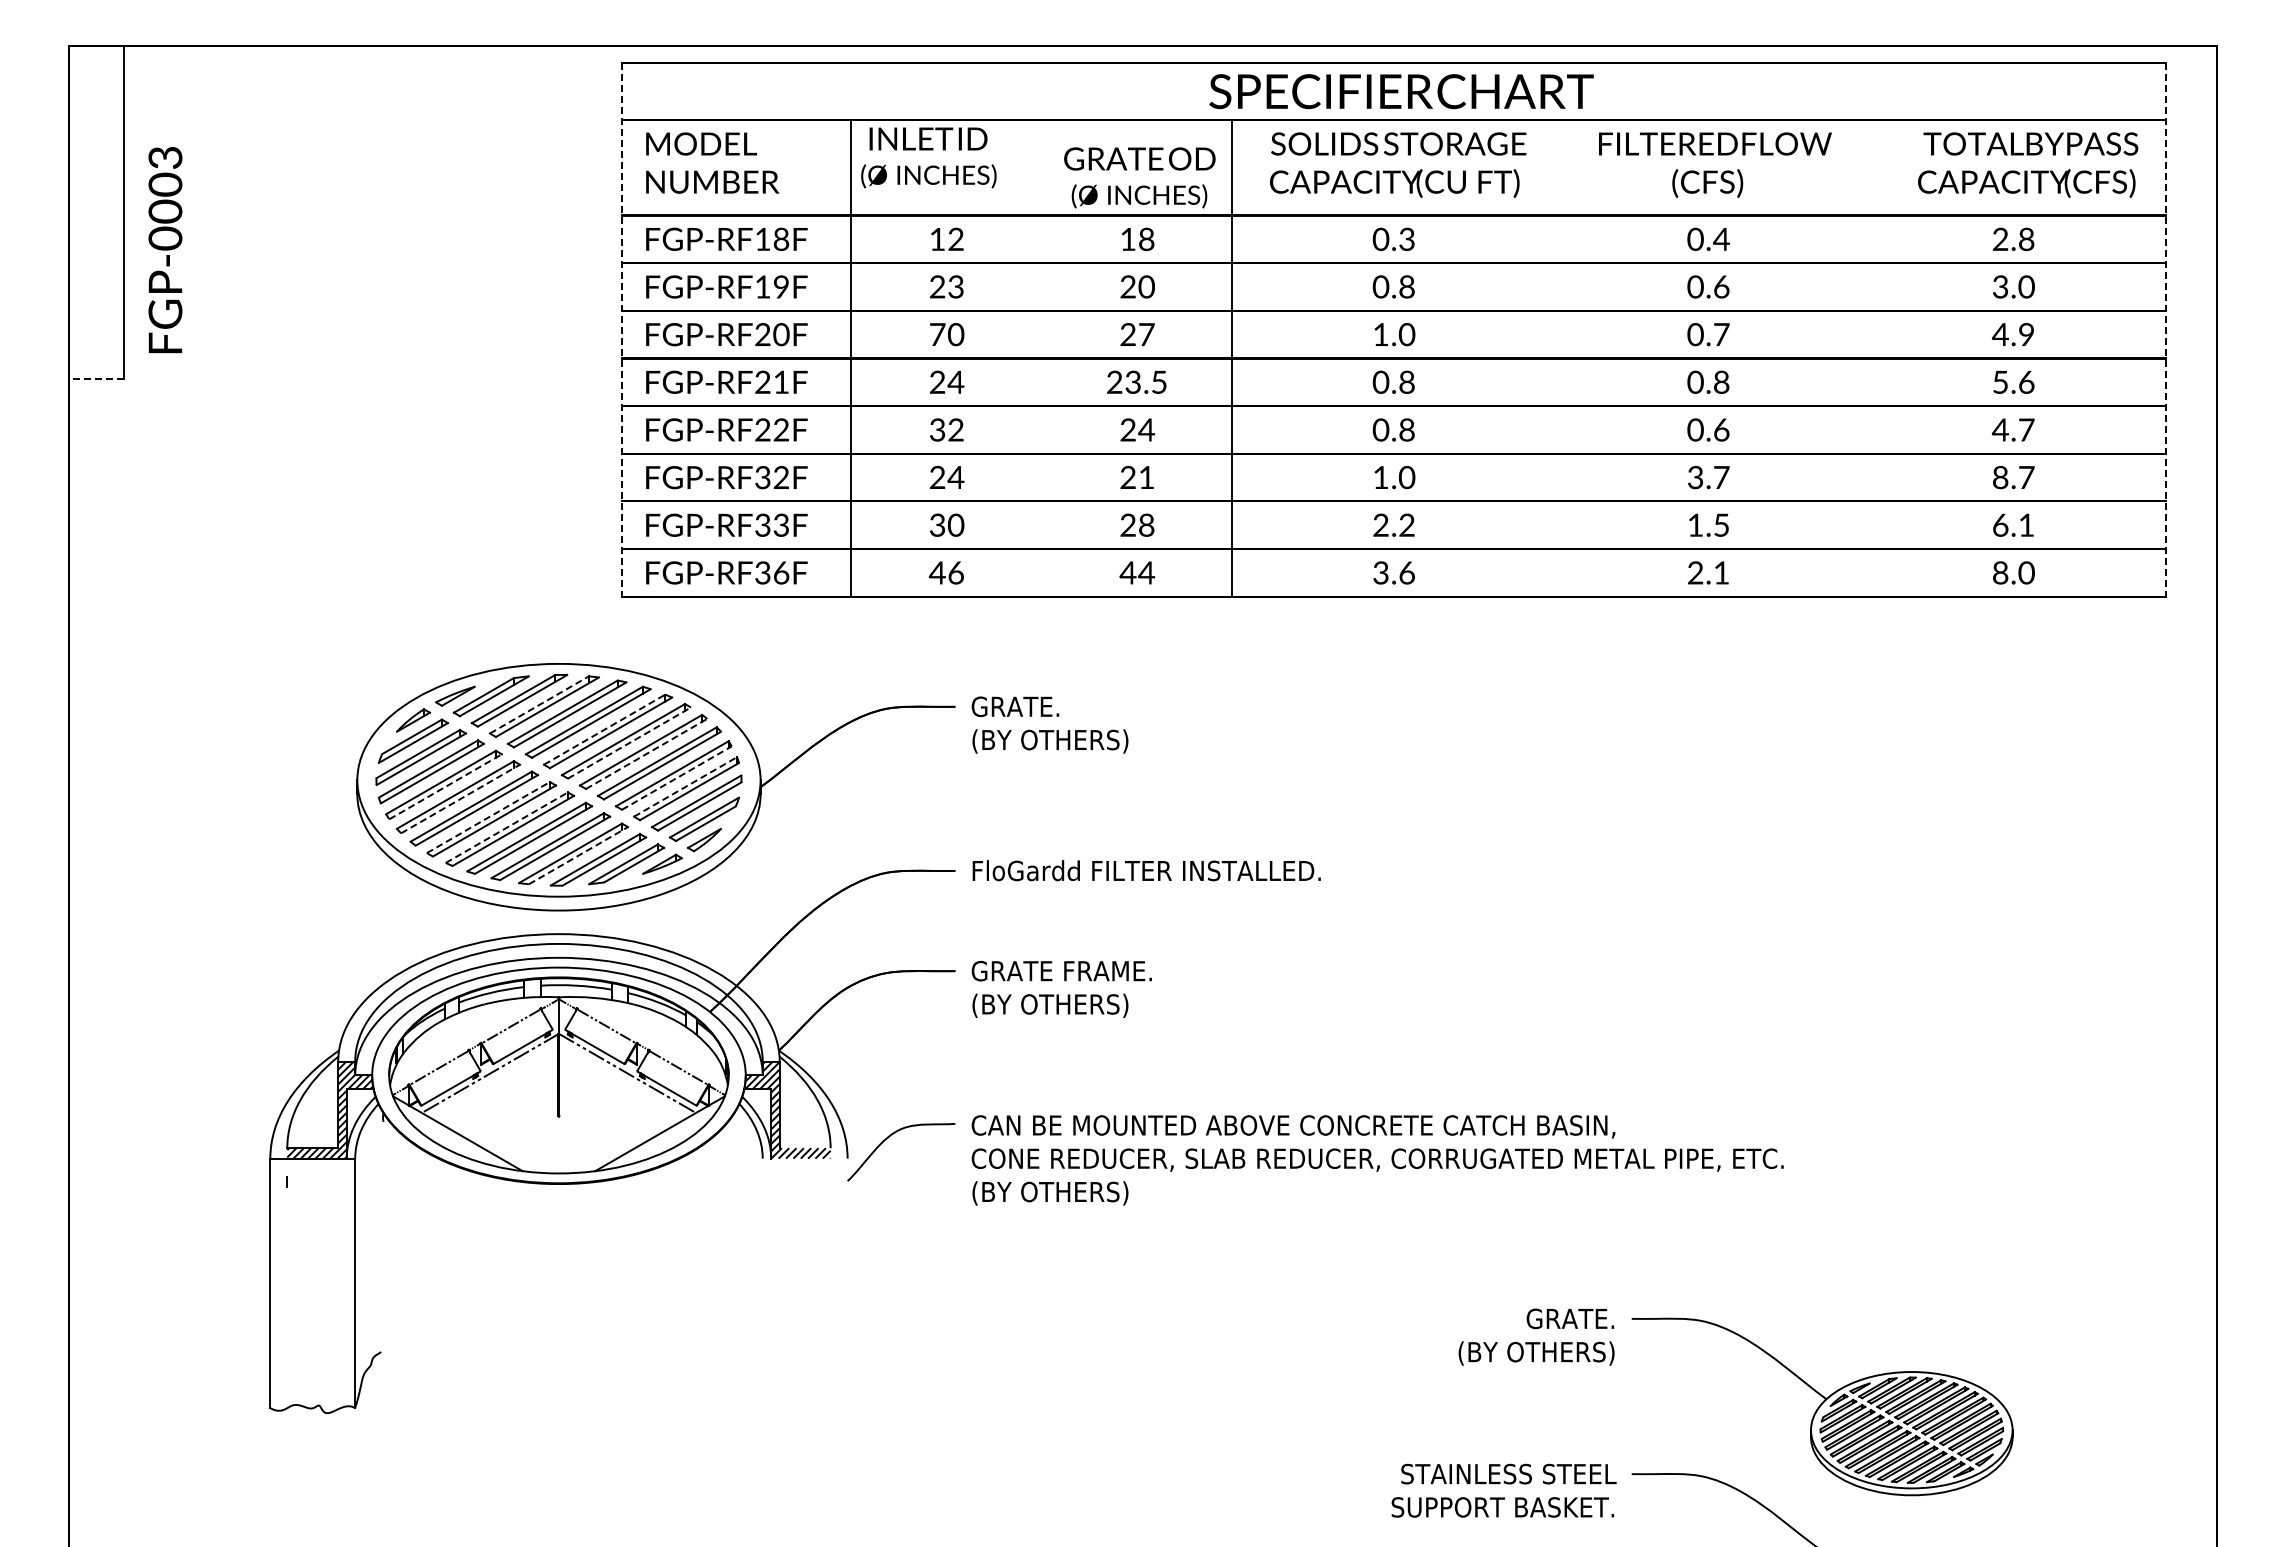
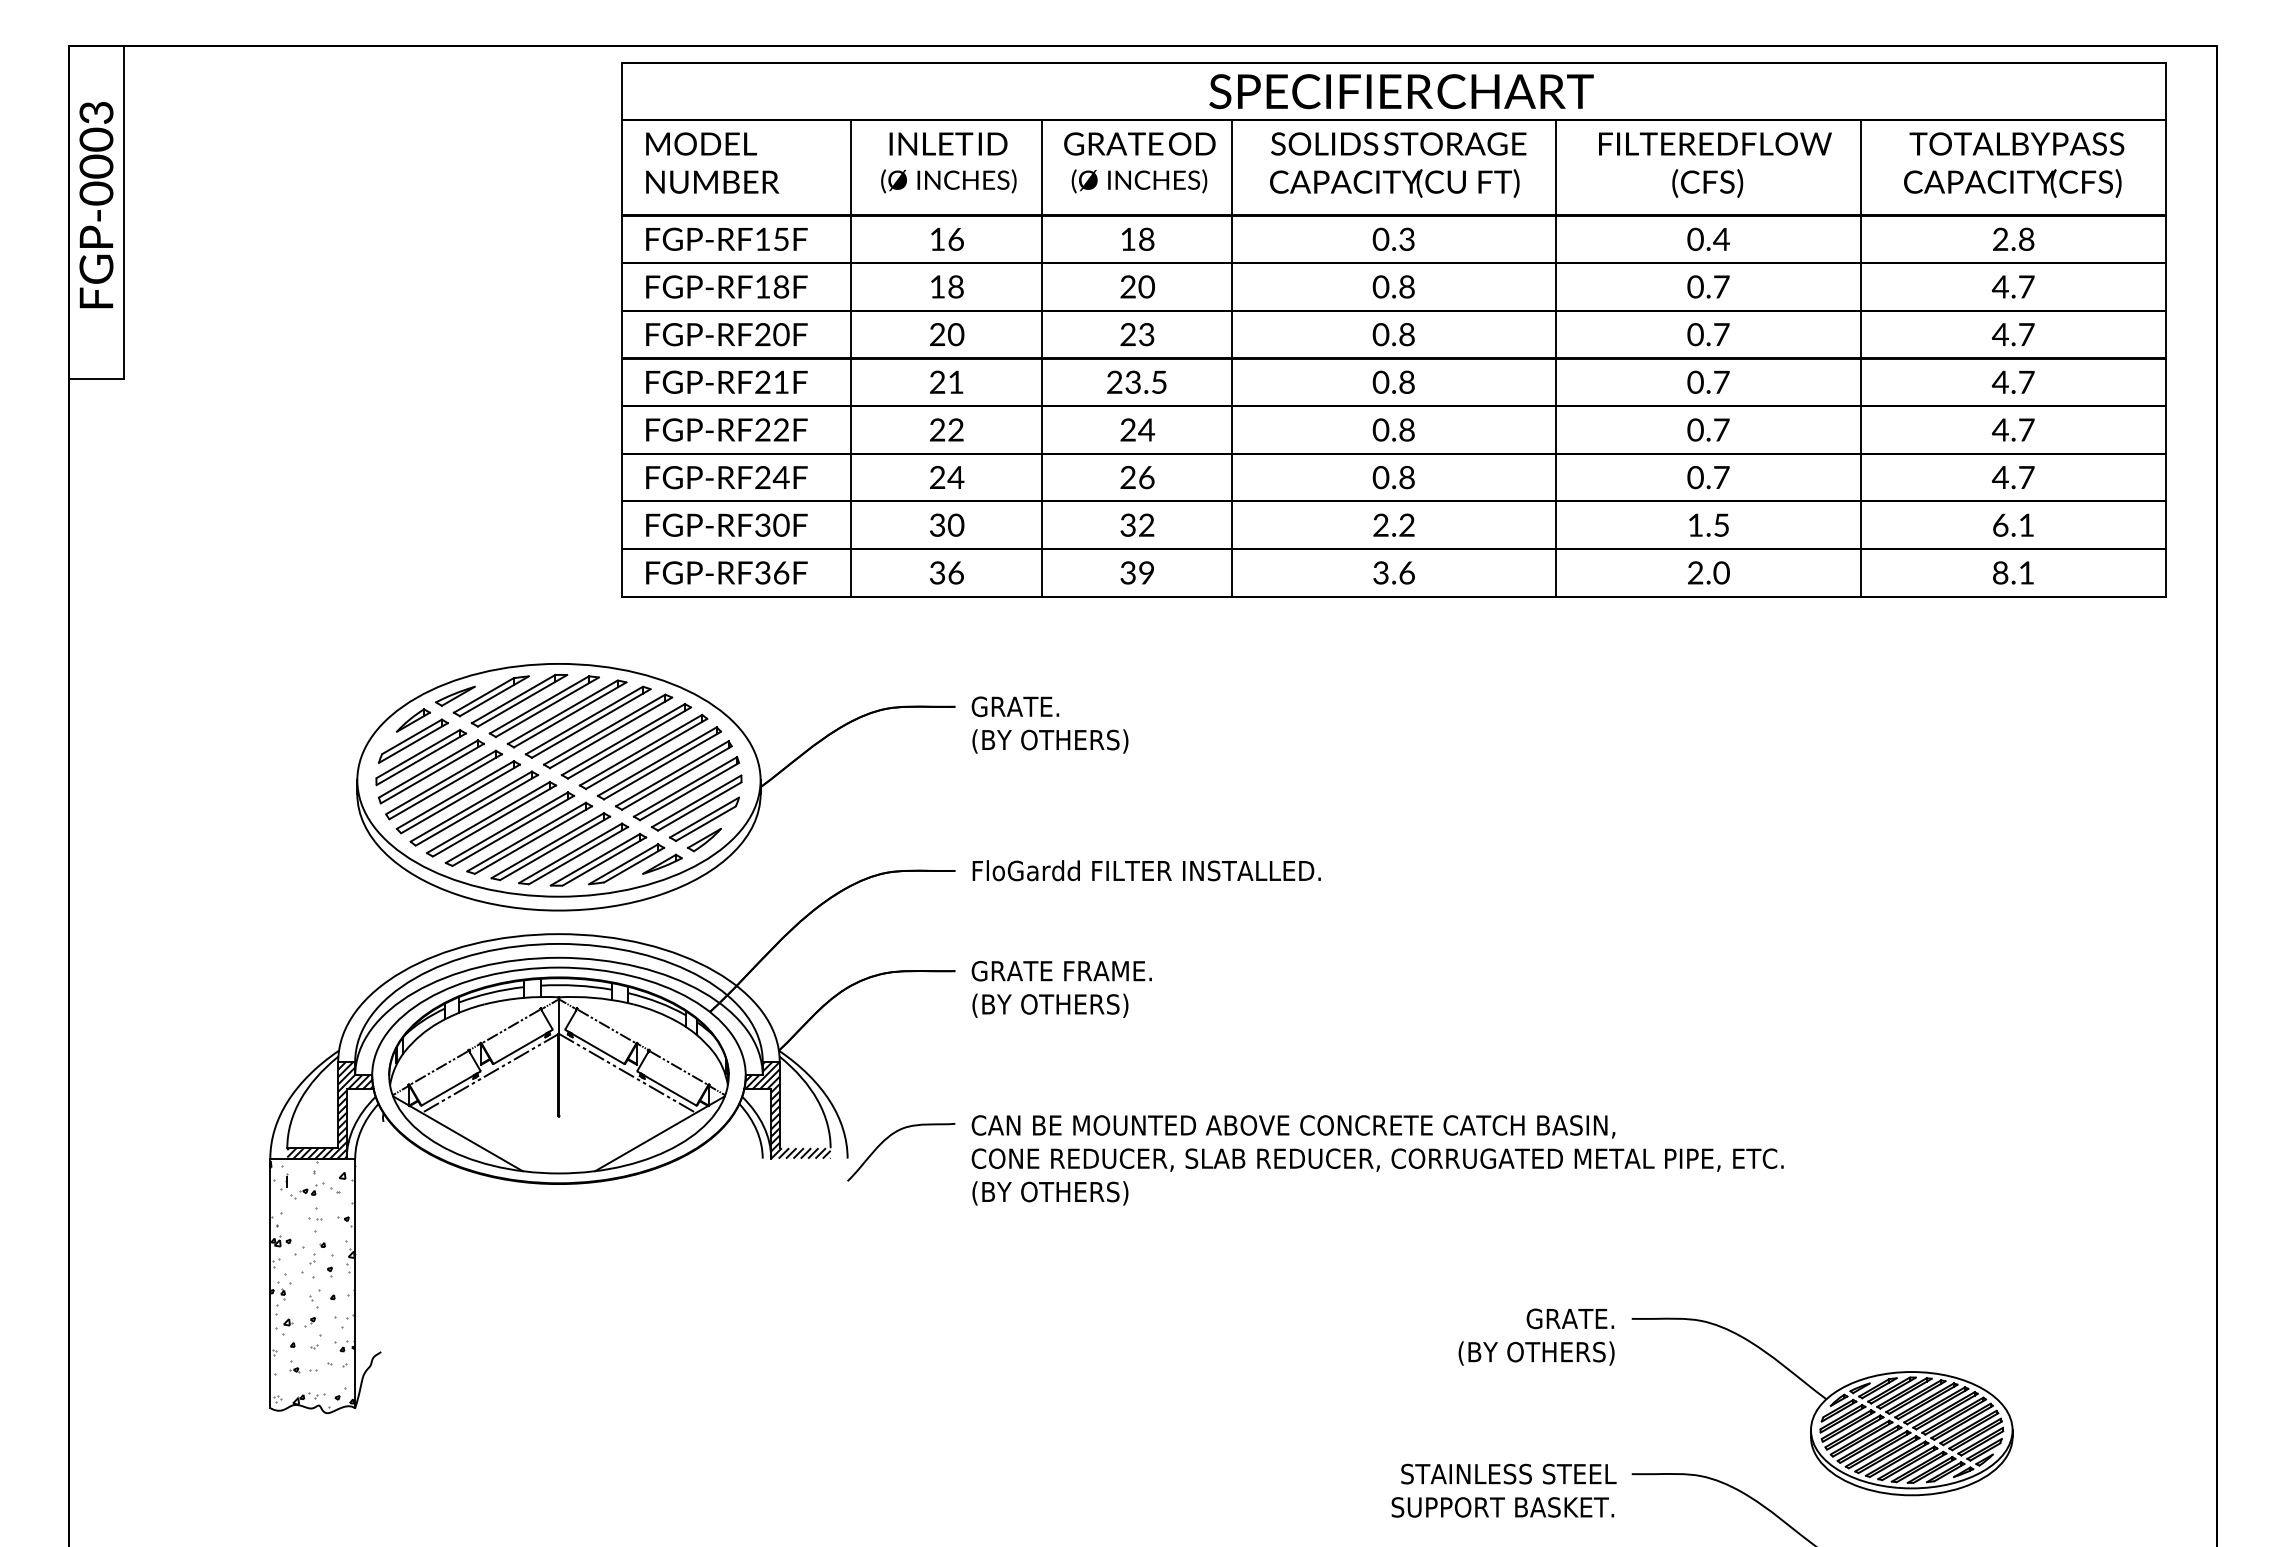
text at (928, 157) position: (928, 157) -> (948, 162)
text at (2028, 164) position: (2028, 164) -> (2014, 164)
text at (1139, 177) position: (1139, 177) -> (1139, 162)
text at (781, 238): FGP-RF18F -> FGP-RF15F
text at (955, 238): 12 -> 16
text at (165, 250) position: (165, 250) -> (96, 205)
text at (946, 286): 23 -> 18
text at (1721, 286): 0.6 -> 0.7
text at (2012, 286): 3.0 -> 4.7
text at (781, 287): FGP-RF19F -> FGP-RF18F
line at (622, 329): dashed -> solid
line at (2166, 329): dashed -> solid
text at (937, 334): 70 -> 20
text at (1146, 334): 27 -> 23
text at (1393, 334): 1.0 -> 0.8
text at (2026, 334): 4.9 -> 4.7
line at (1041, 358): none -> present
line at (1556, 358): none -> present
line at (1861, 358): none -> present
line at (96, 379): dashed -> solid
text at (955, 381): 24 -> 21
text at (1721, 381): 0.8 -> 0.7
text at (2012, 381): 5.6 -> 4.7
text at (1721, 429): 0.6 -> 0.7
text at (937, 431): 32 -> 22
text at (772, 477): FGP-RF32F -> FGP-RF24F
text at (1146, 477): 21 -> 26
text at (1393, 477): 1.0 -> 0.8
text at (1695, 477): 3.7 -> 0.7
text at (1999, 477): 8.7 -> 4.7
text at (781, 524): FGP-RF33F -> FGP-RF30F
text at (1137, 525): 28 -> 32
text at (936, 572): 46 -> 36
text at (1137, 572): 44 -> 39
text at (1721, 572): 2.1 -> 2.0
text at (2026, 572): 8.0 -> 8.1
line at (539, 704): dashed -> solid
line at (605, 729): dashed -> solid
line at (629, 742): dashed -> solid
line at (647, 753): dashed -> solid
line at (677, 777): dashed -> solid
line at (445, 786): dashed -> solid
line at (685, 786): dashed -> solid
line at (460, 799): dashed -> solid
line at (488, 817): dashed -> solid
line at (506, 827): dashed -> solid
line at (578, 855): dashed -> solid
hatch at (312, 1284): none -> present
